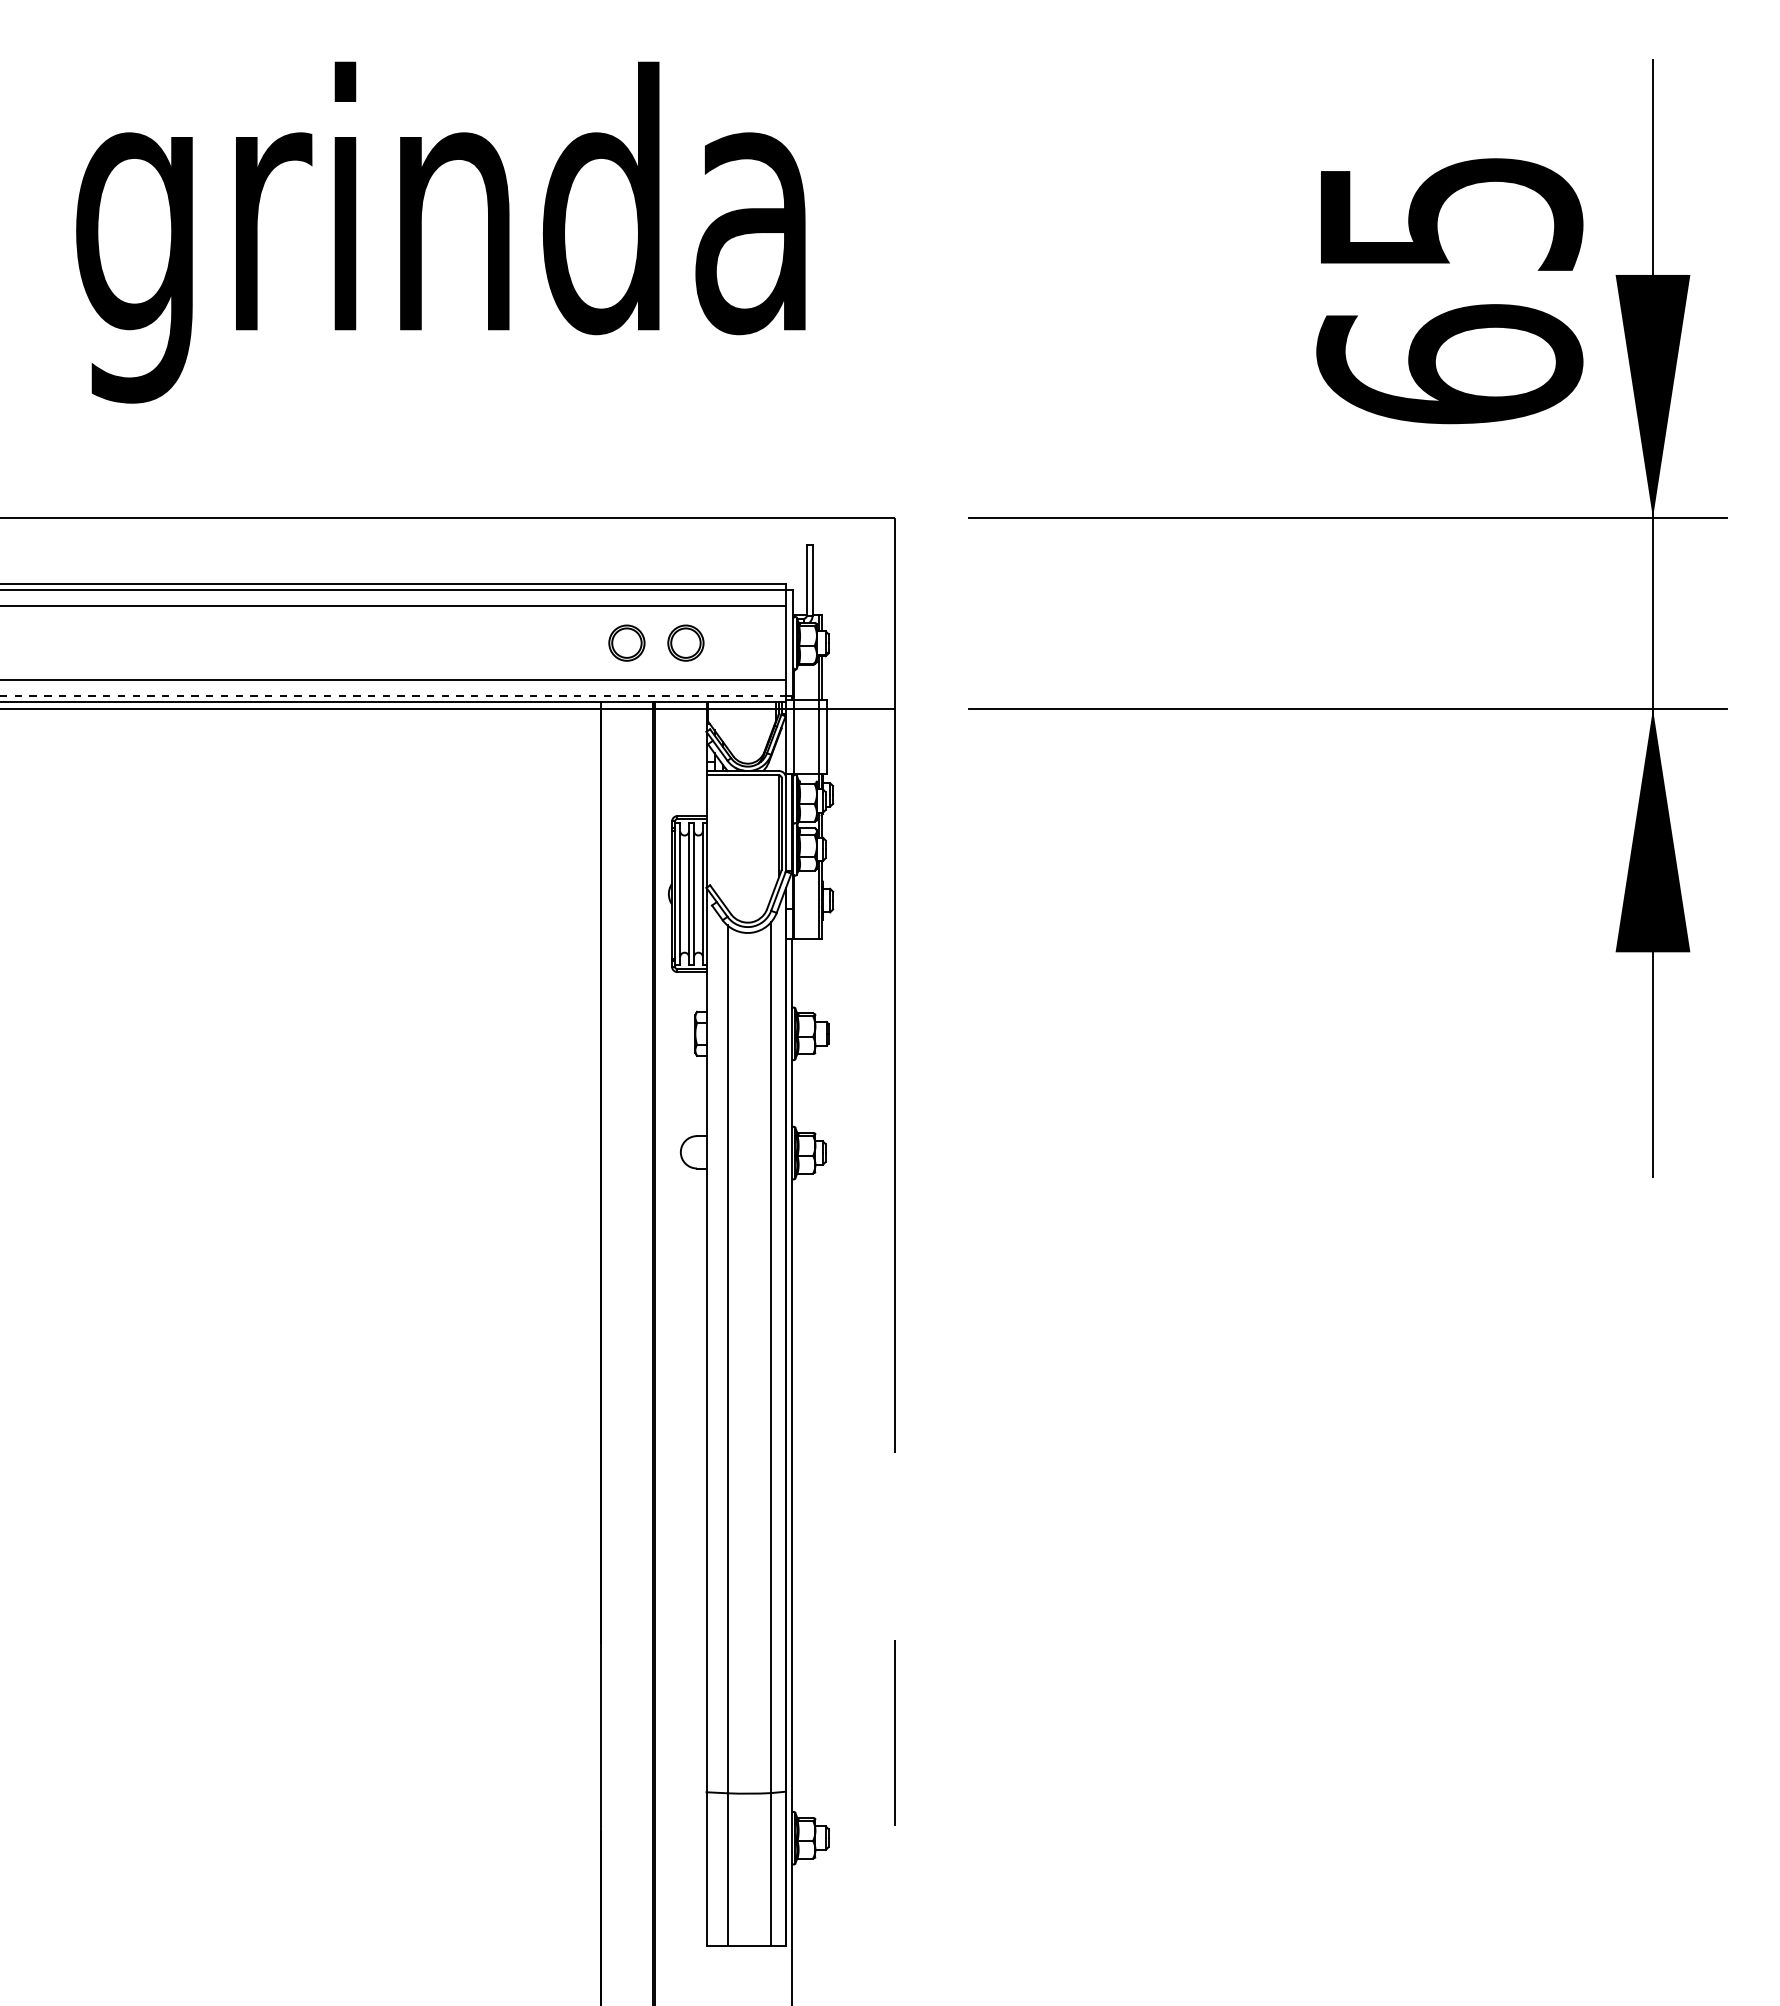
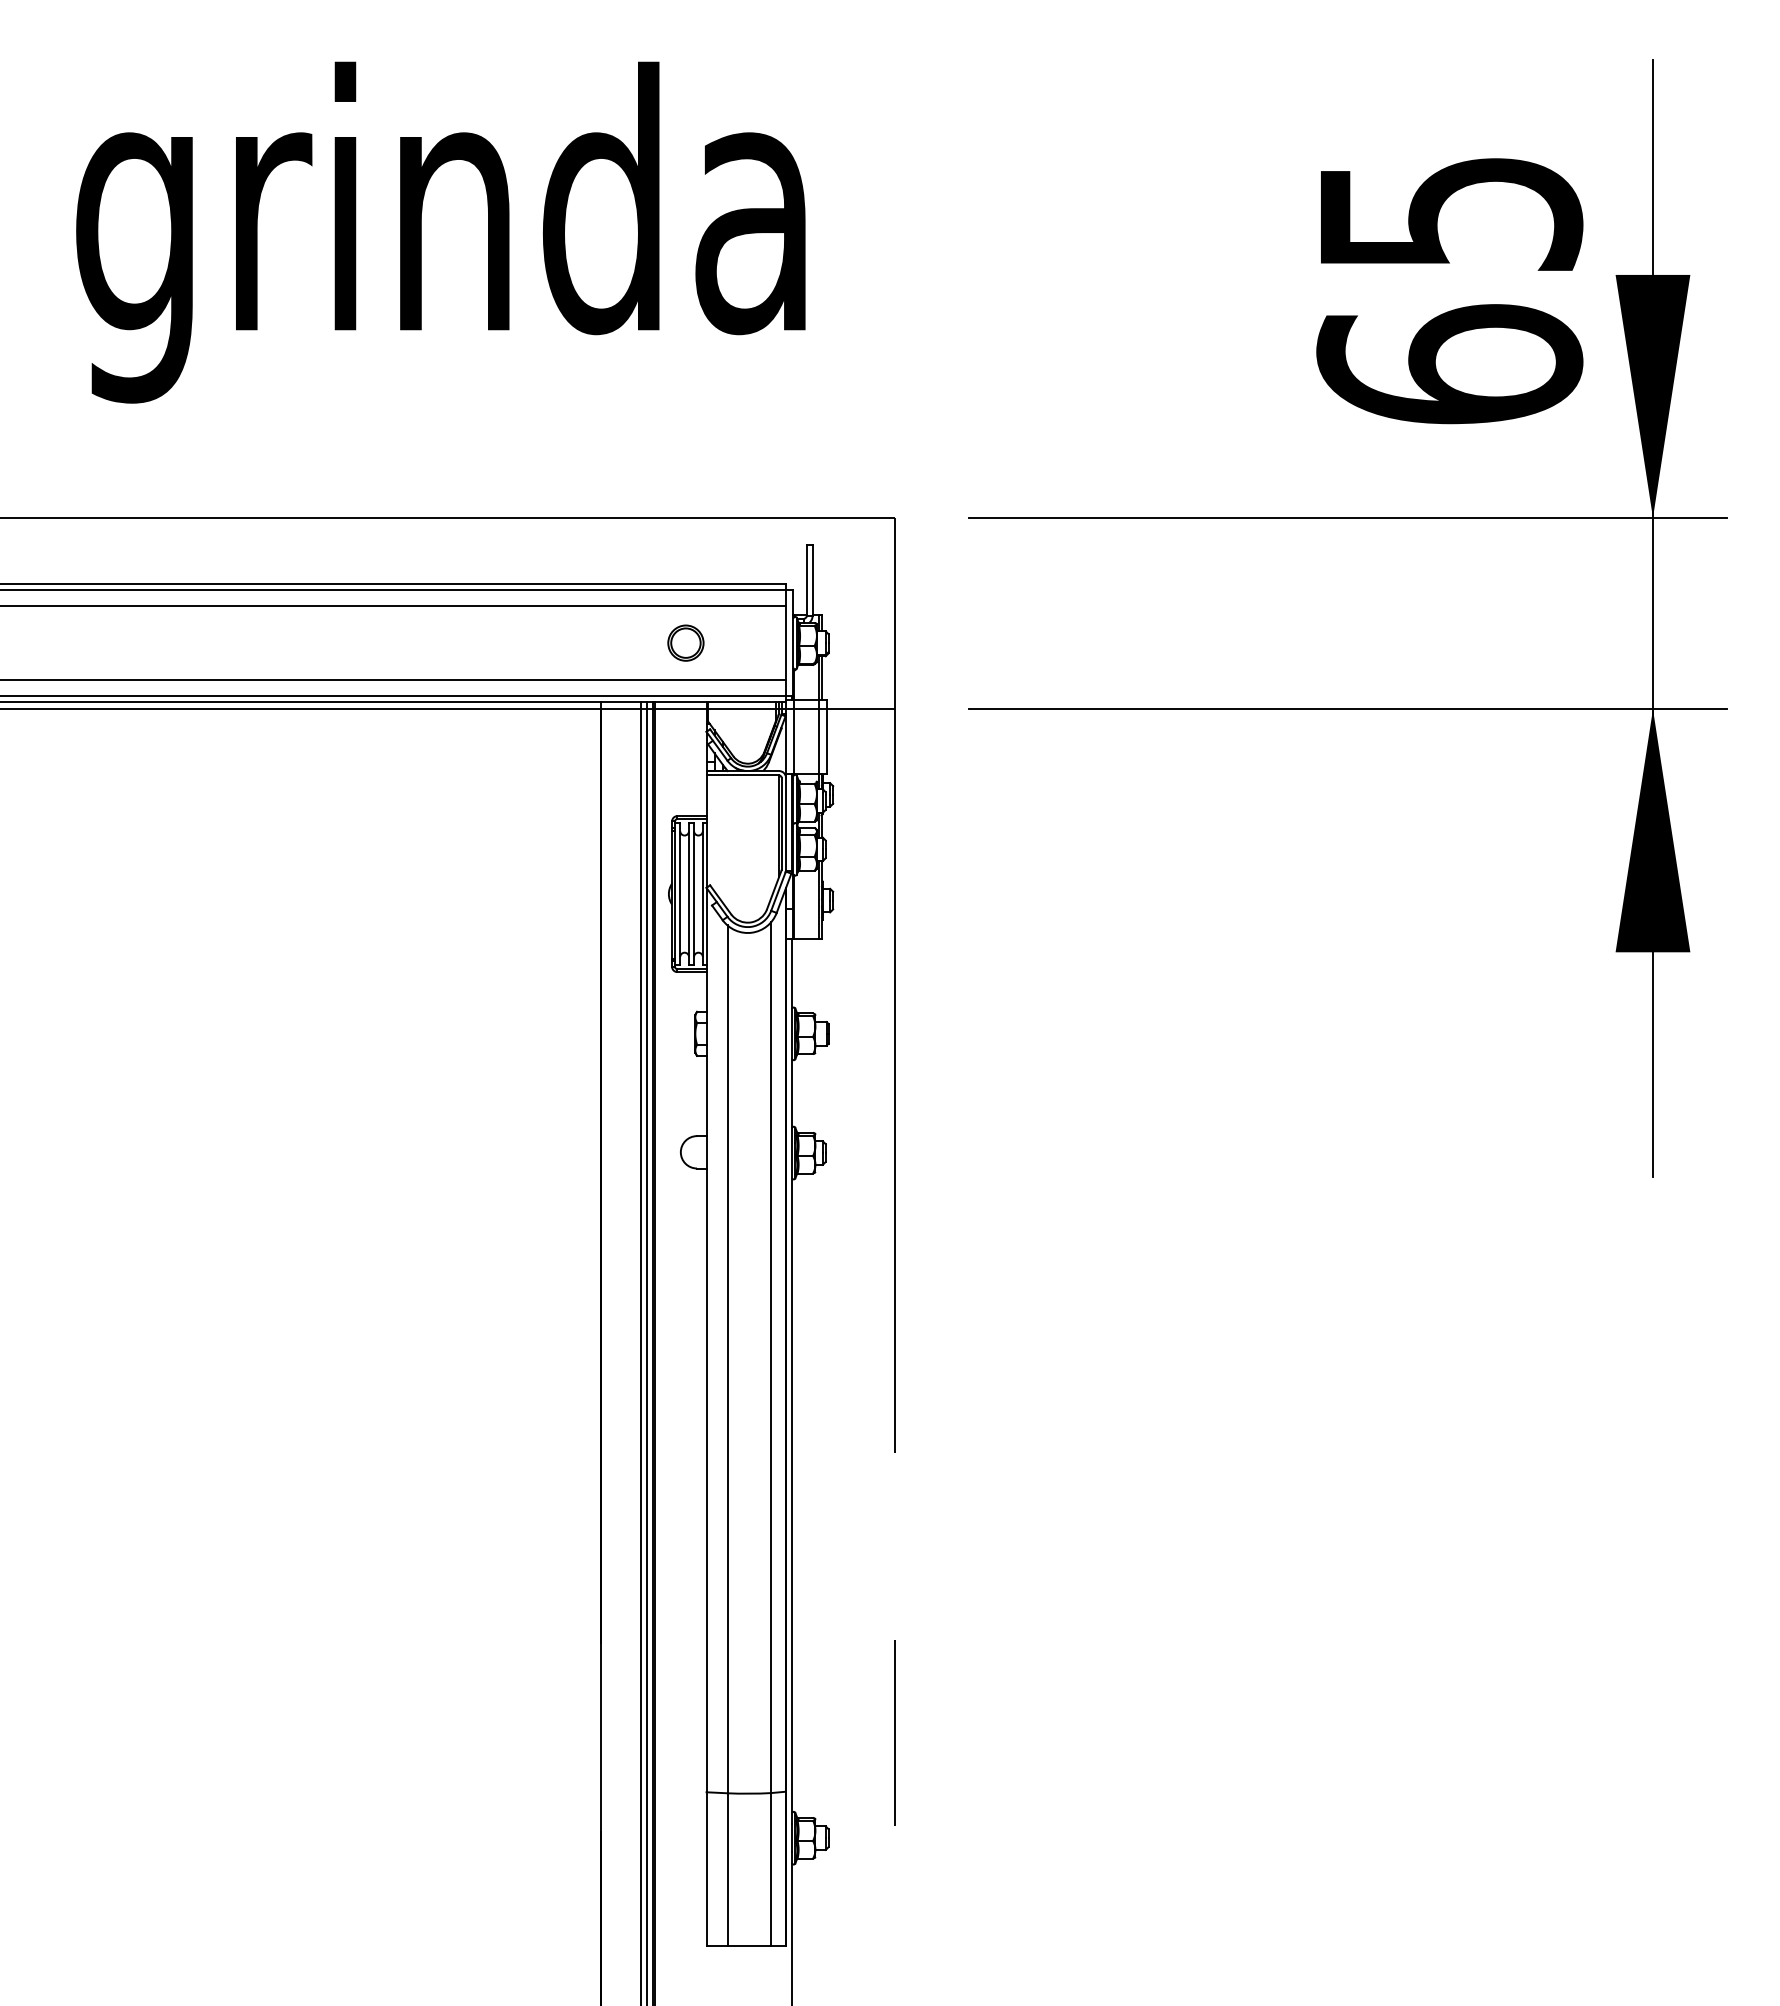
part at (626, 642): present -> none
line at (393, 696): dashed -> solid
line at (641, 1352): none -> present
line at (647, 1352): none -> present
